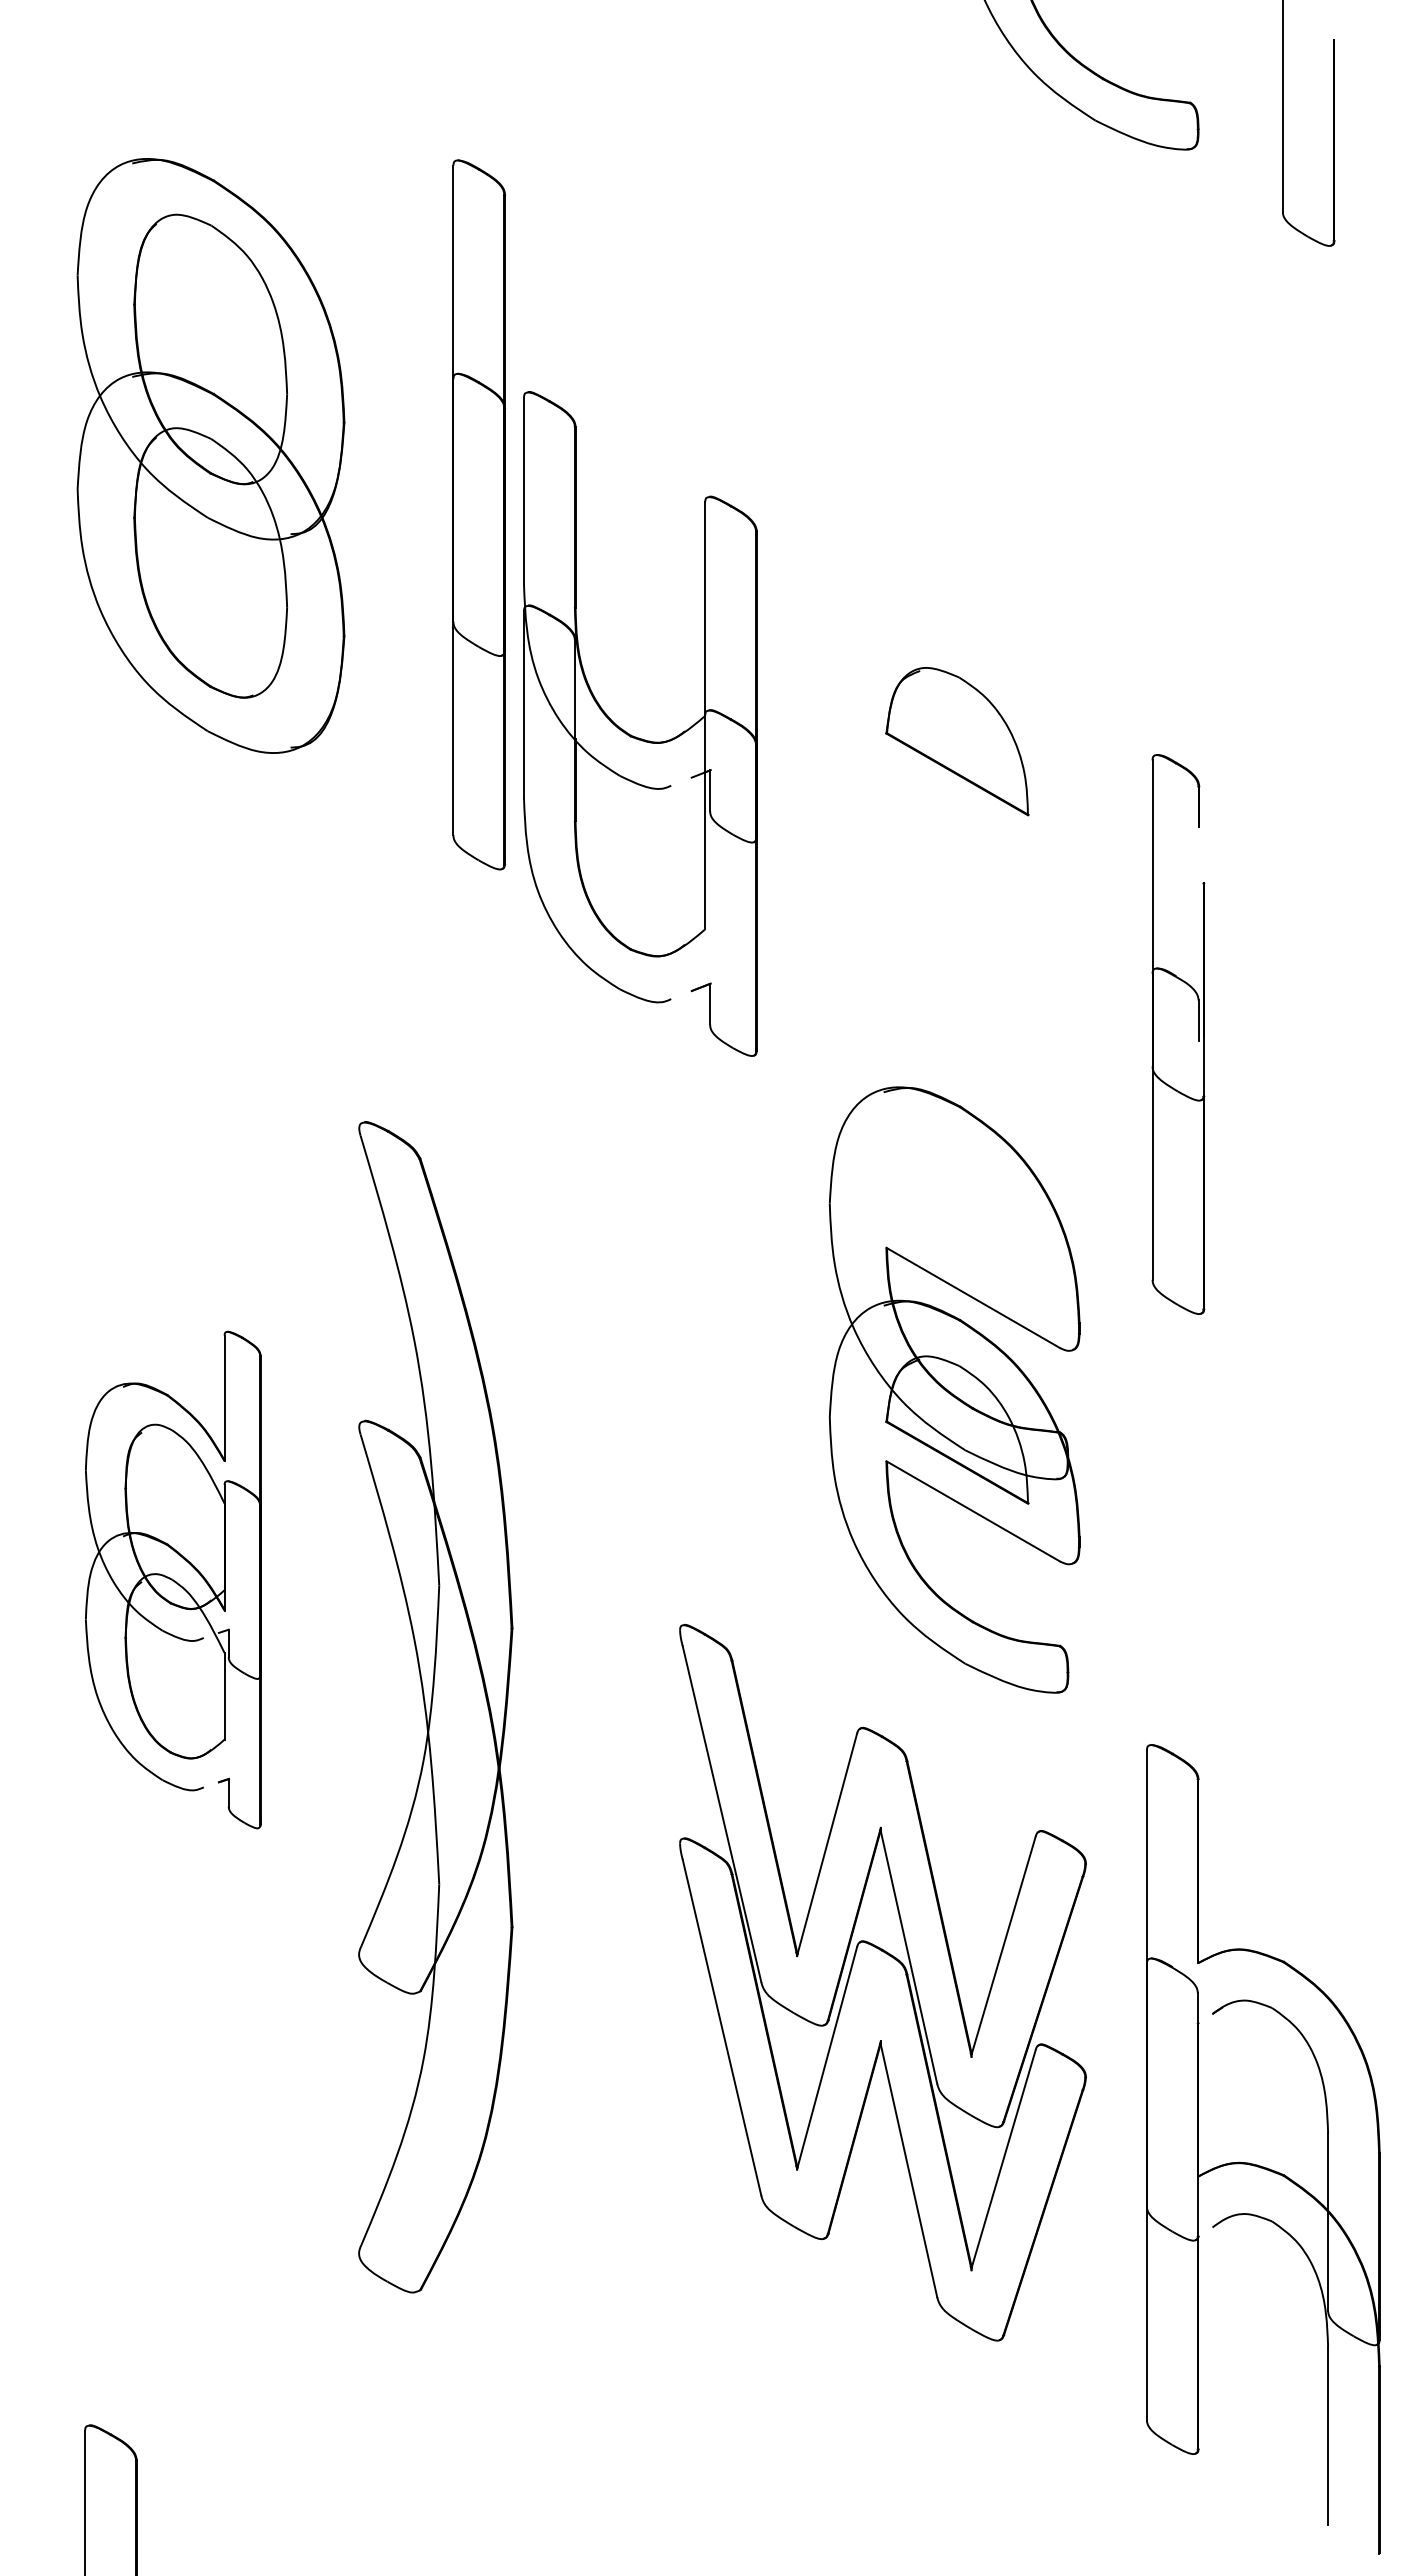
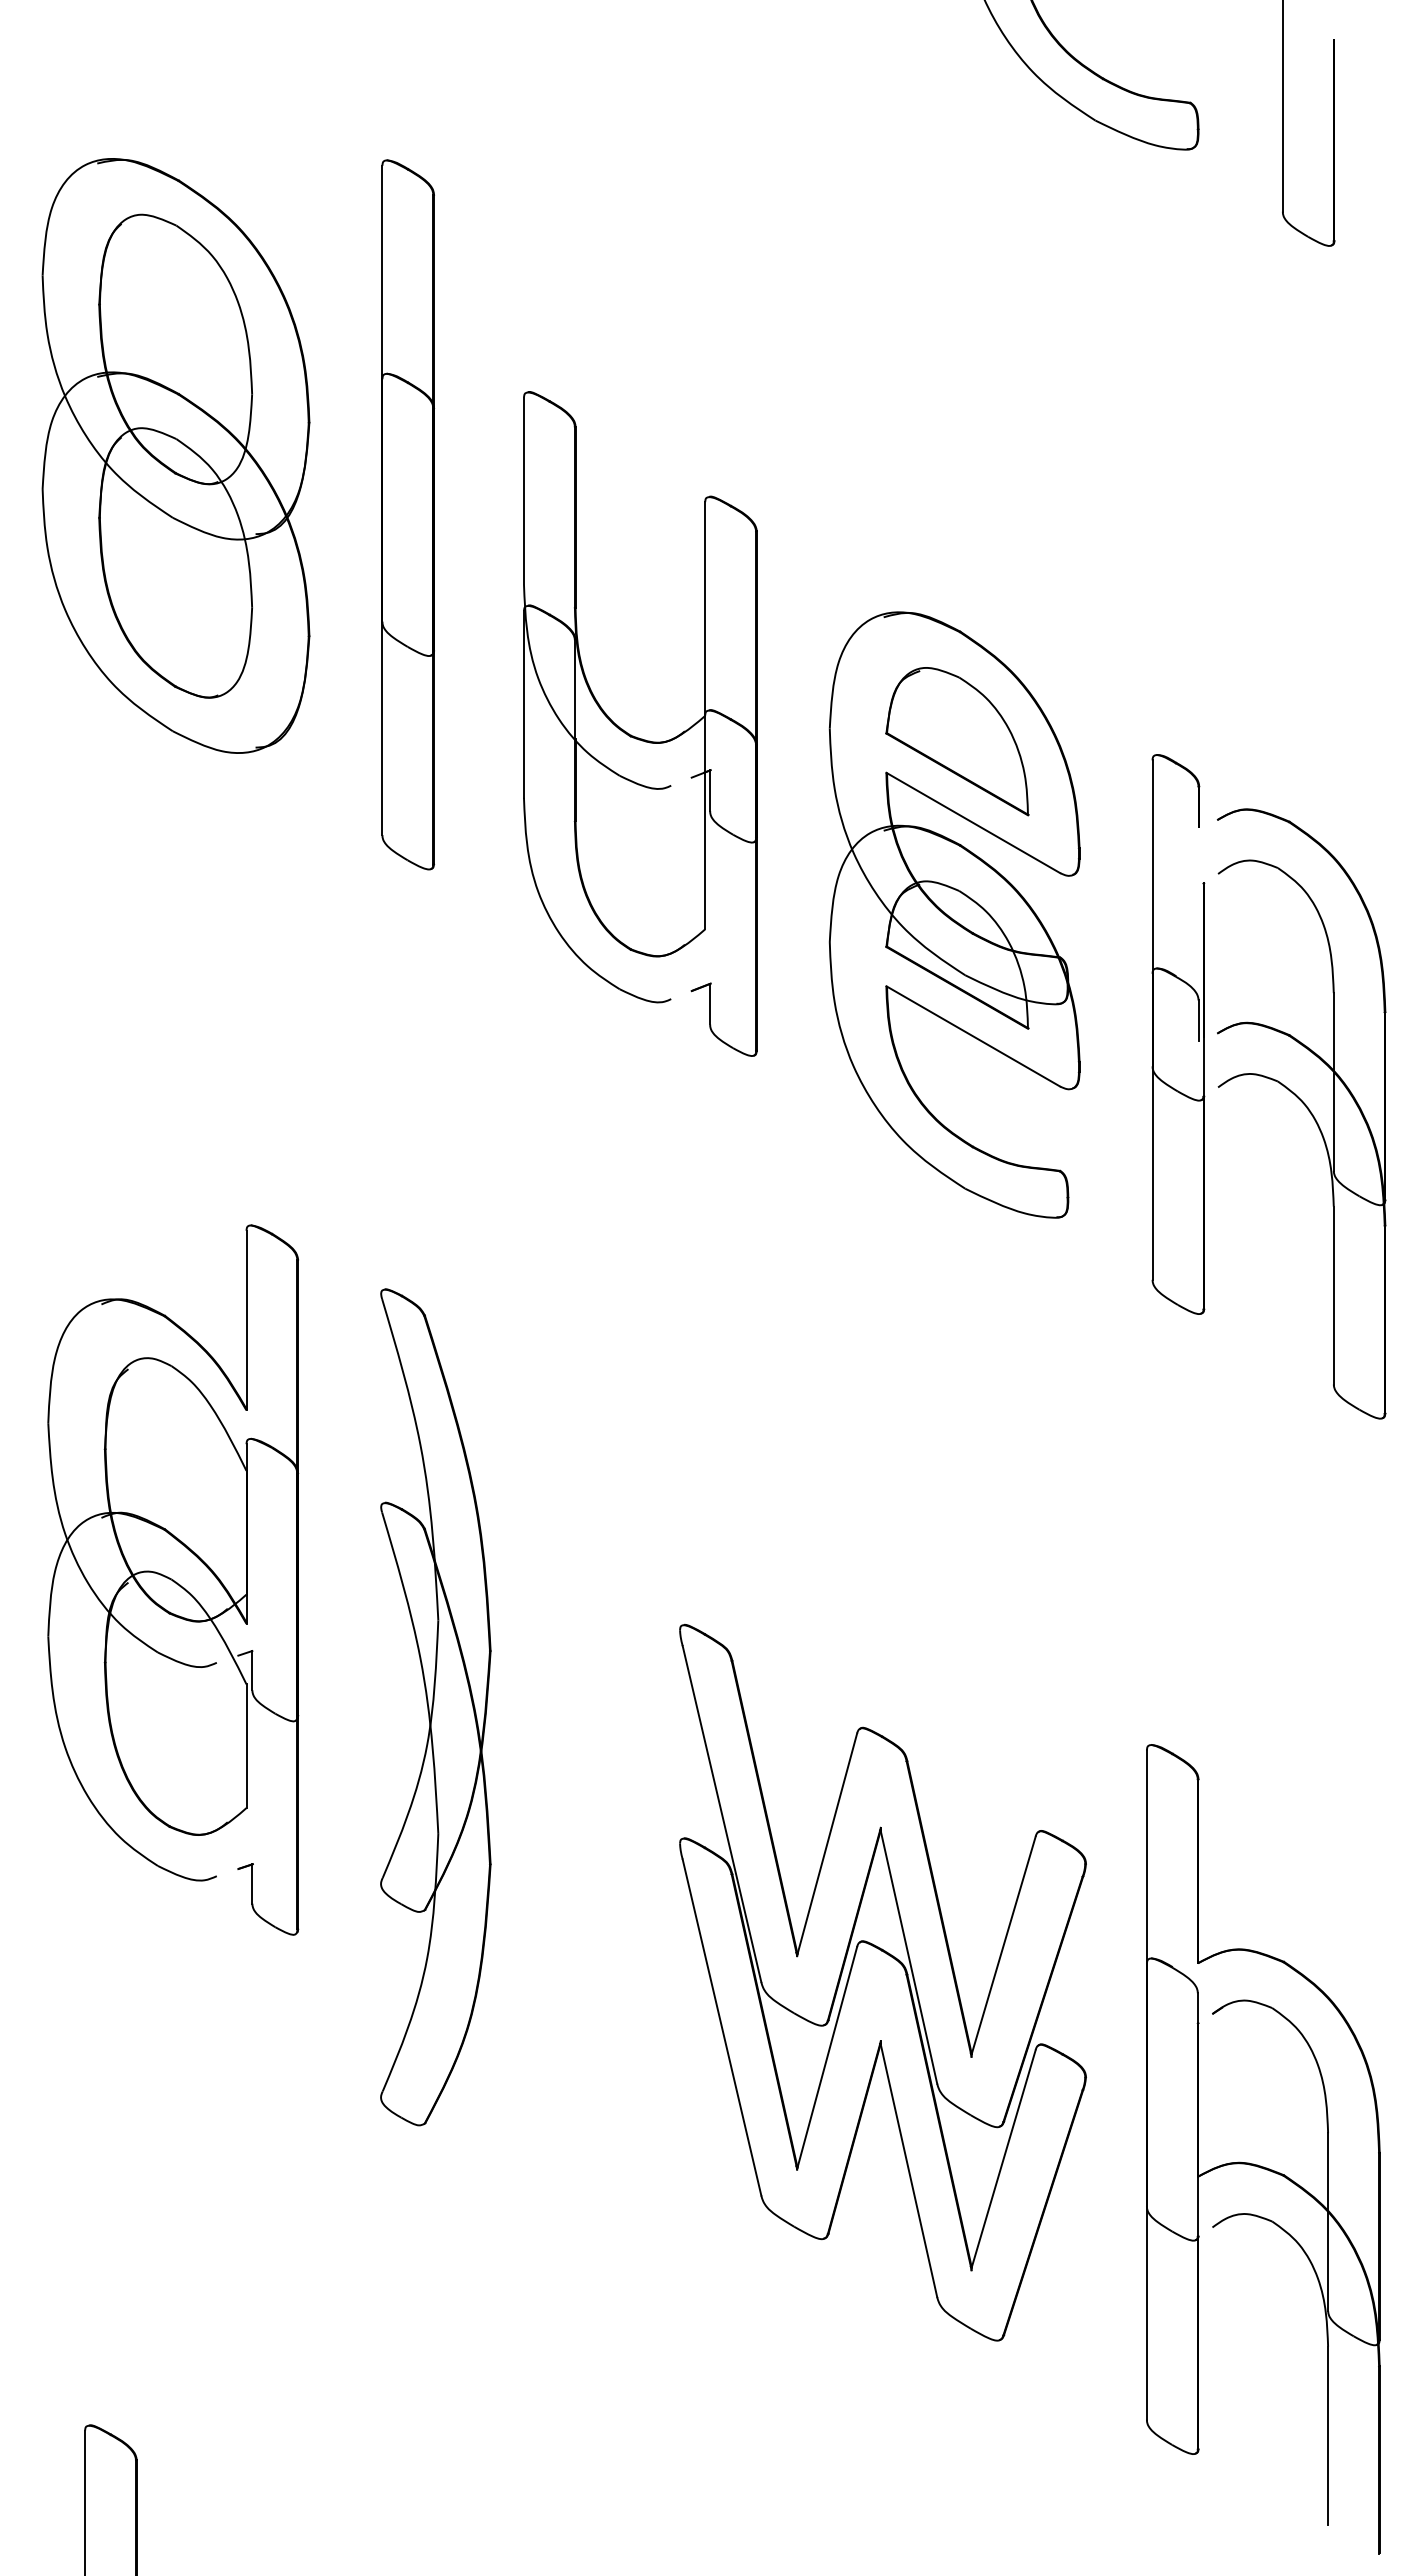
part at (210, 455) position: (210, 455) -> (175, 455)
part at (478, 514) position: (478, 514) -> (407, 514)
part at (1306, 1108): none -> present
part at (954, 1389) position: (954, 1389) -> (954, 914)
part at (173, 1579) size: 177x500 px -> 253x712 px
part at (435, 1707) size: 156x1173 px -> 112x839 px
